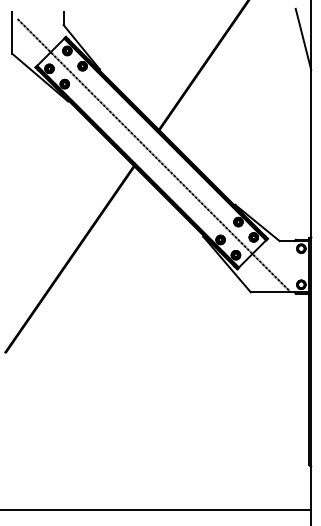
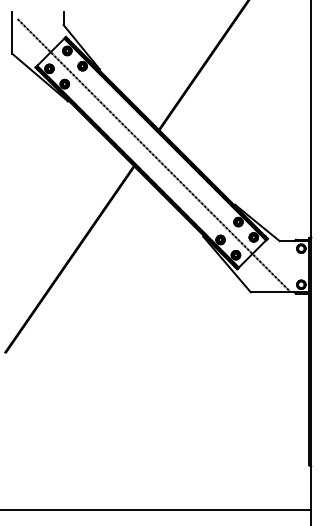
line at (303, 38): present -> none
